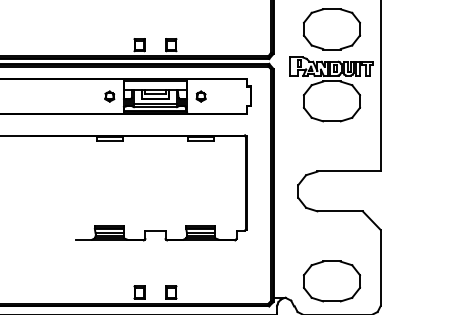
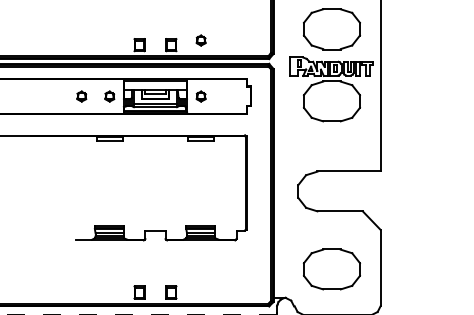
part at (200, 40): none -> present
part at (81, 96): none -> present
part at (331, 281) position: (331, 281) -> (331, 269)
line at (138, 314): solid -> dashed
